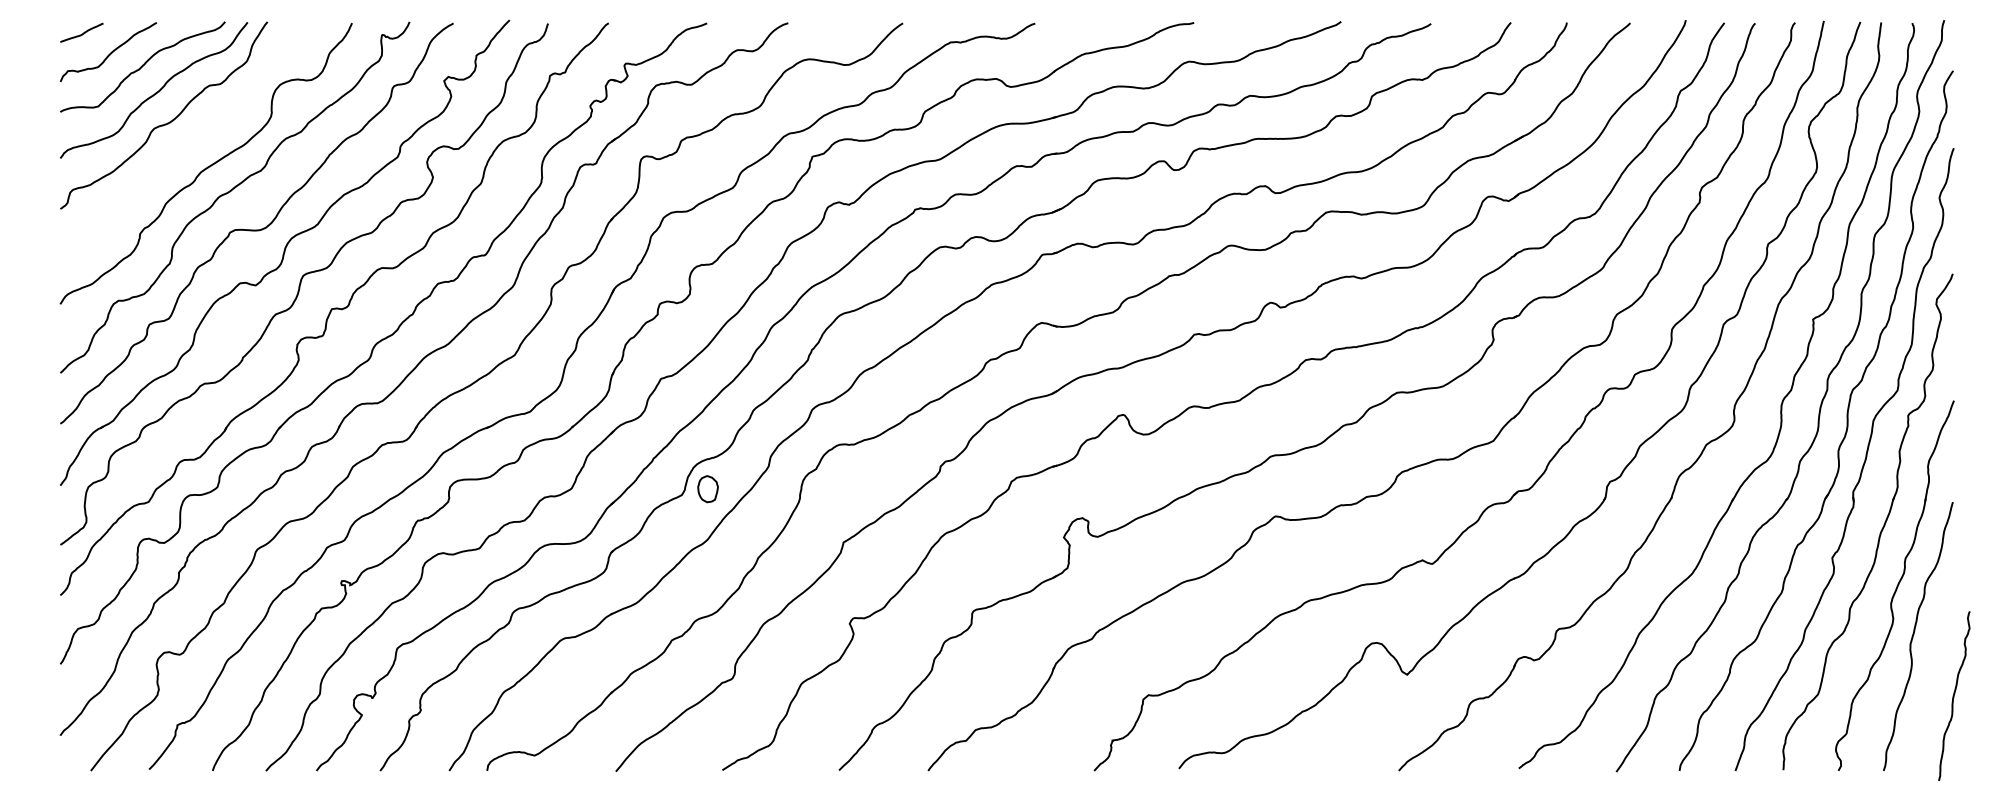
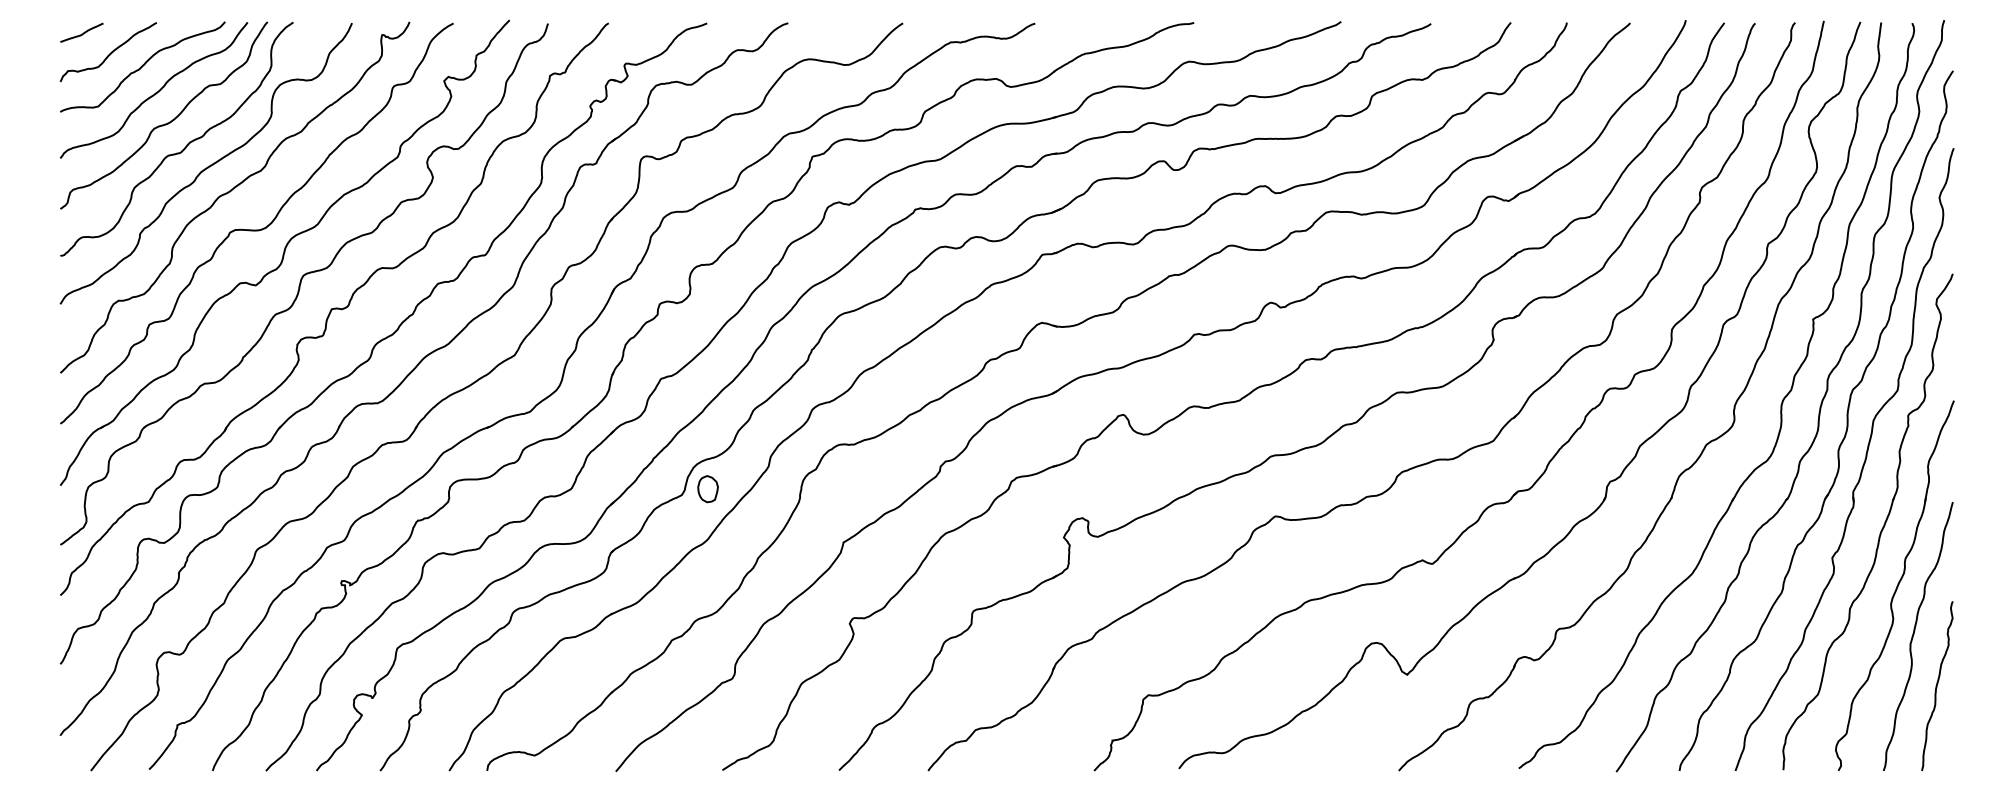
curve at (186, 144): none -> present
curve at (1954, 695) position: (1954, 695) -> (1937, 685)
